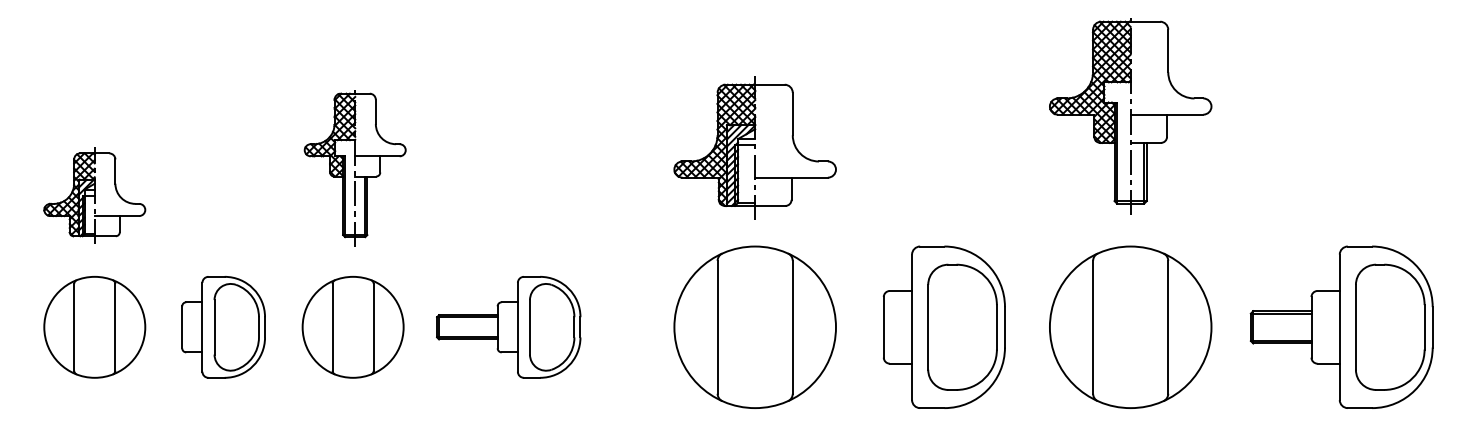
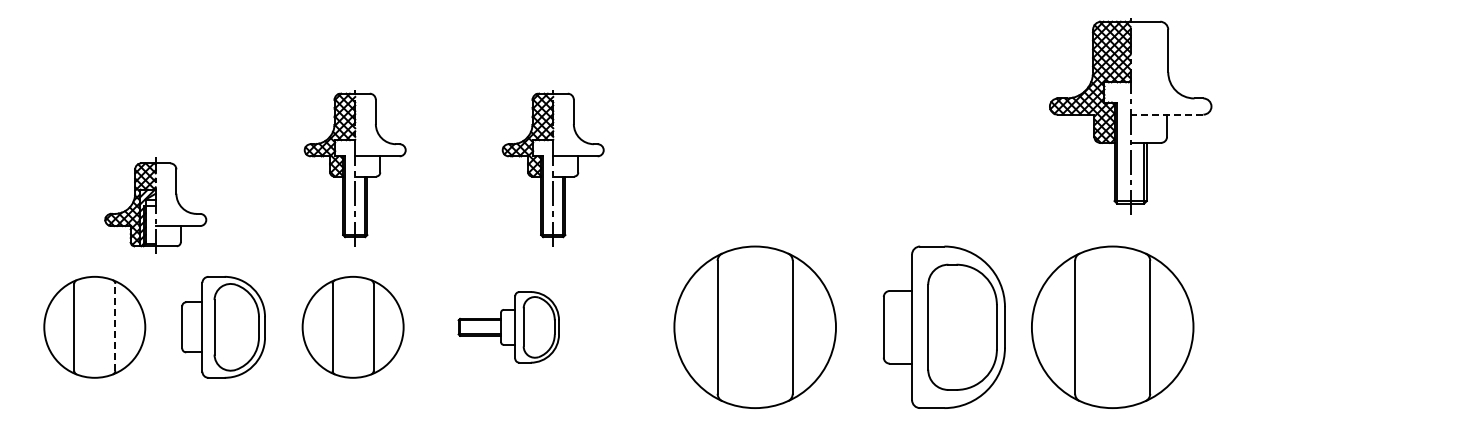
line at (1166, 114): solid -> dashed
part at (754, 147): present -> none
part at (552, 168): none -> present
part at (94, 195) position: (94, 195) -> (155, 205)
line at (115, 326): solid -> dashed
part at (1130, 326) position: (1130, 326) -> (1112, 326)
part at (1341, 326): present -> none
part at (508, 327) size: 146x103 px -> 103x73 px
